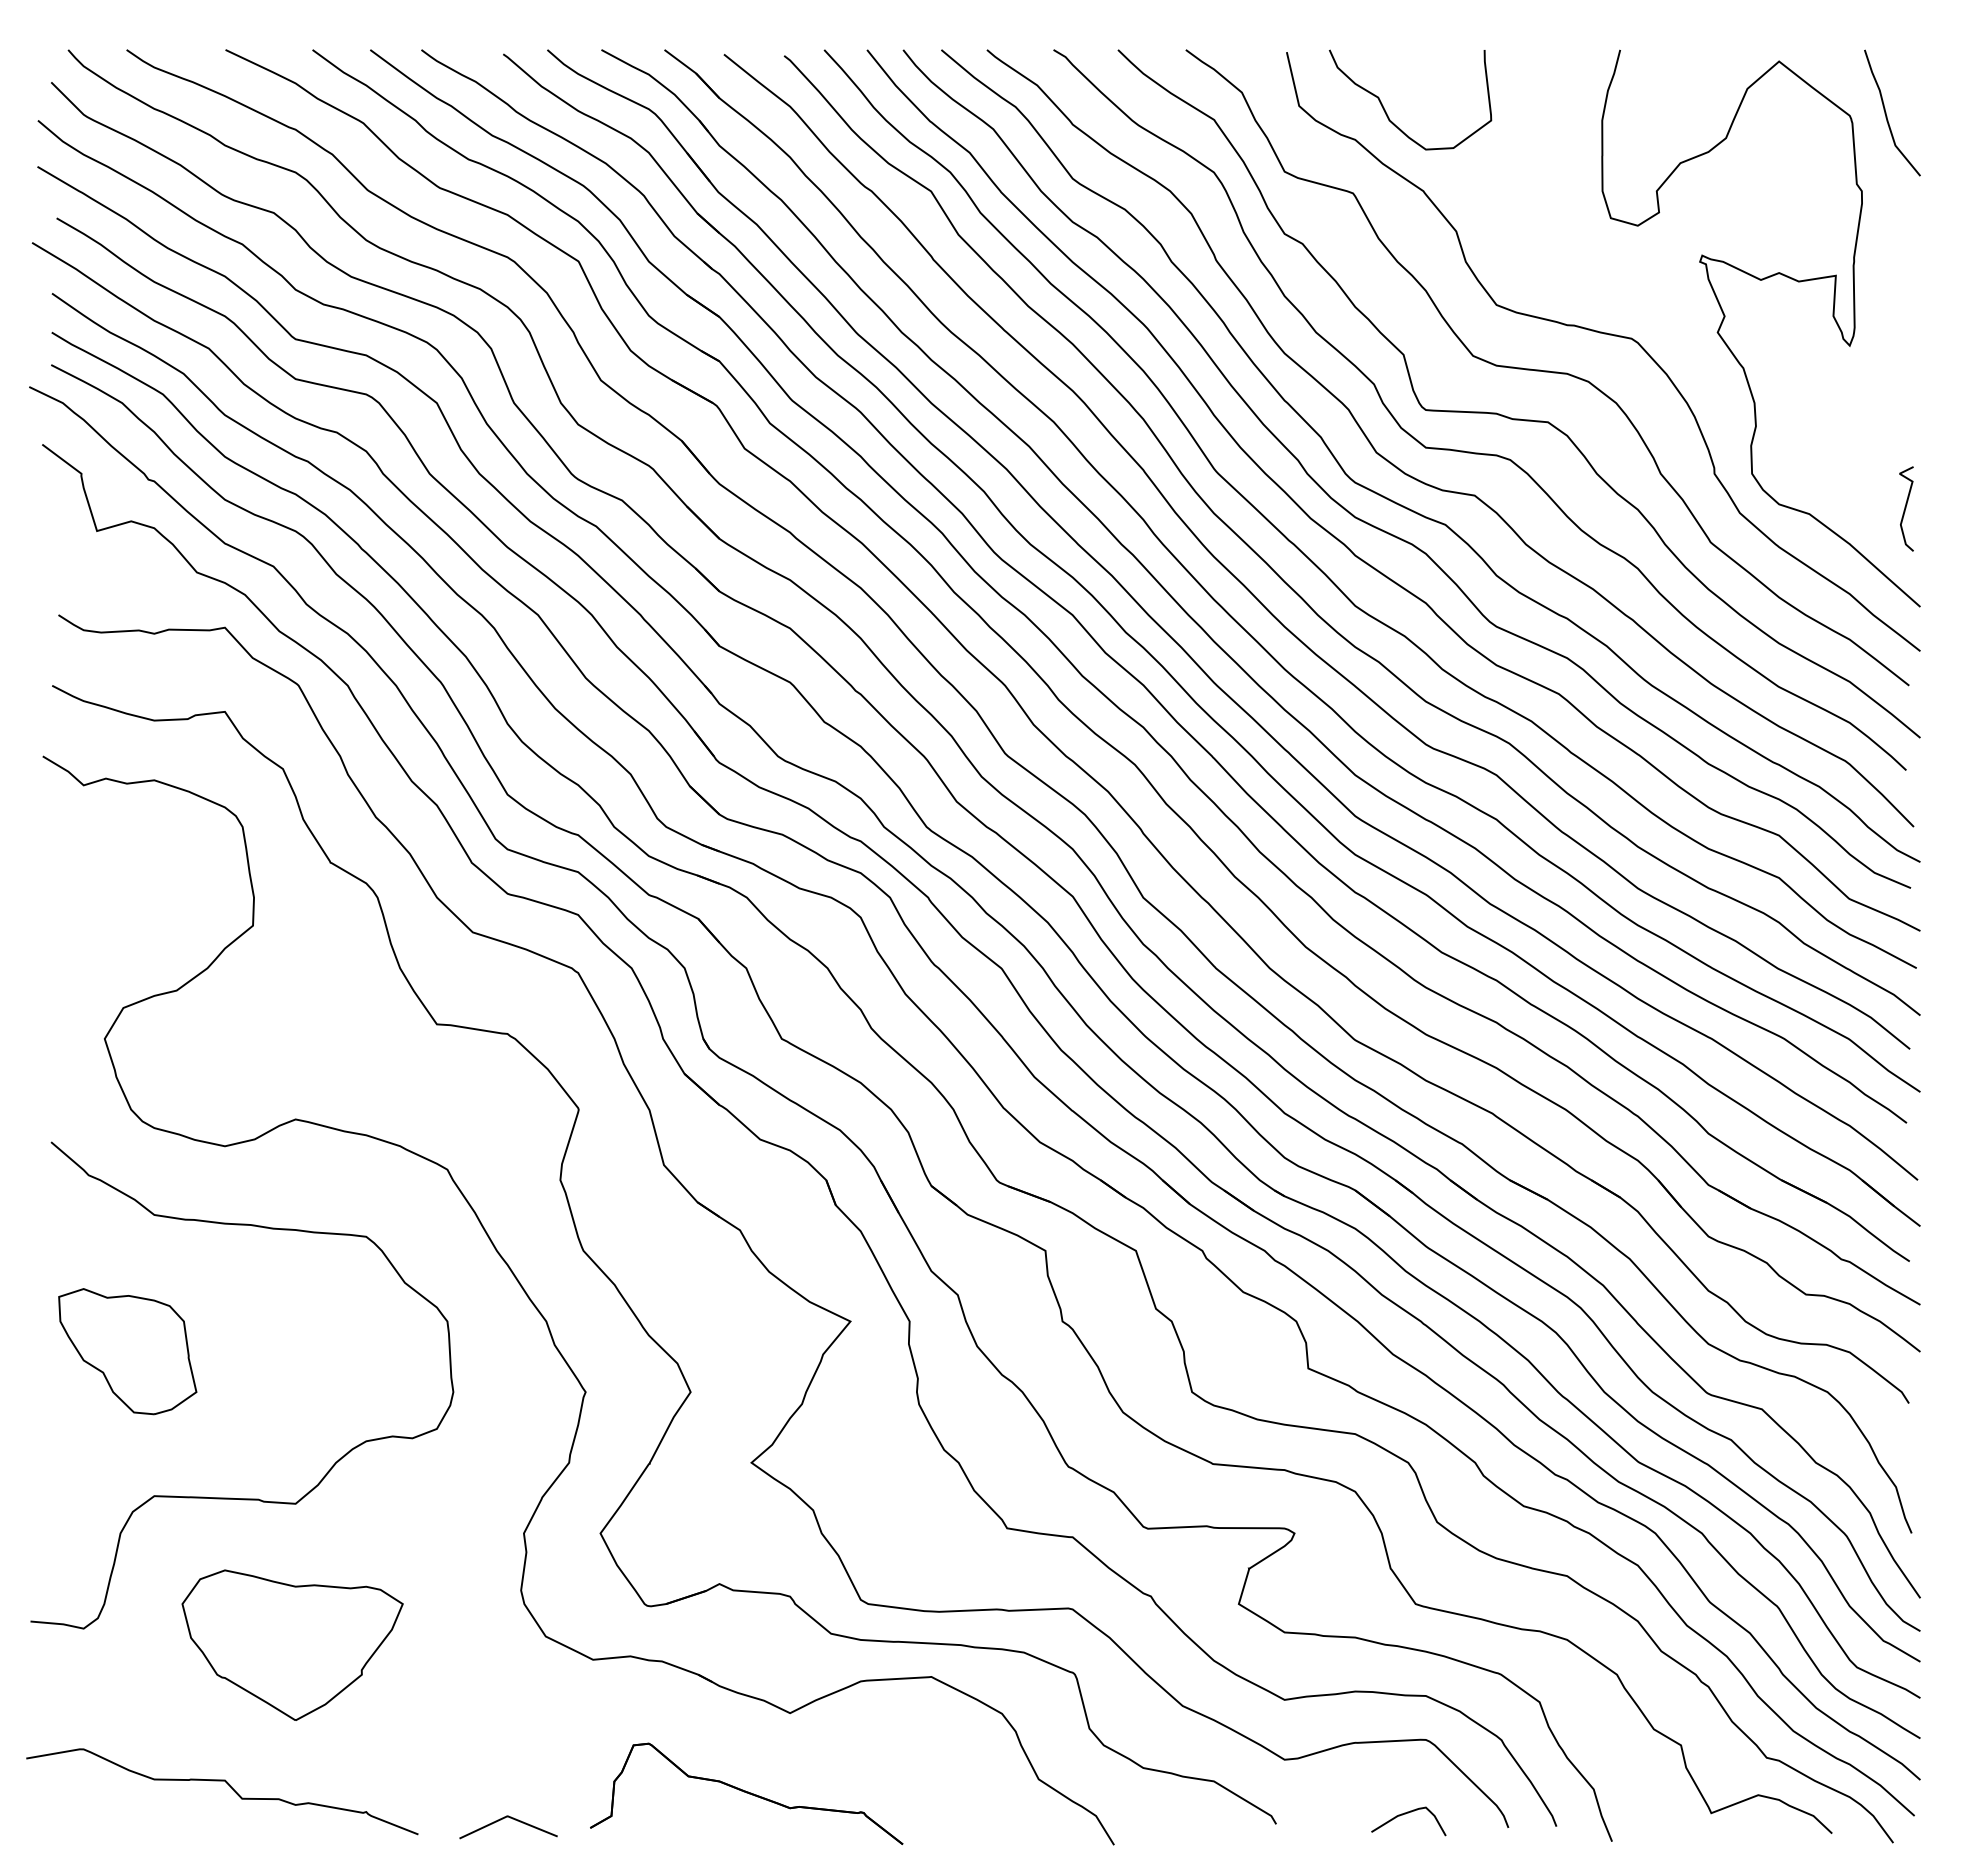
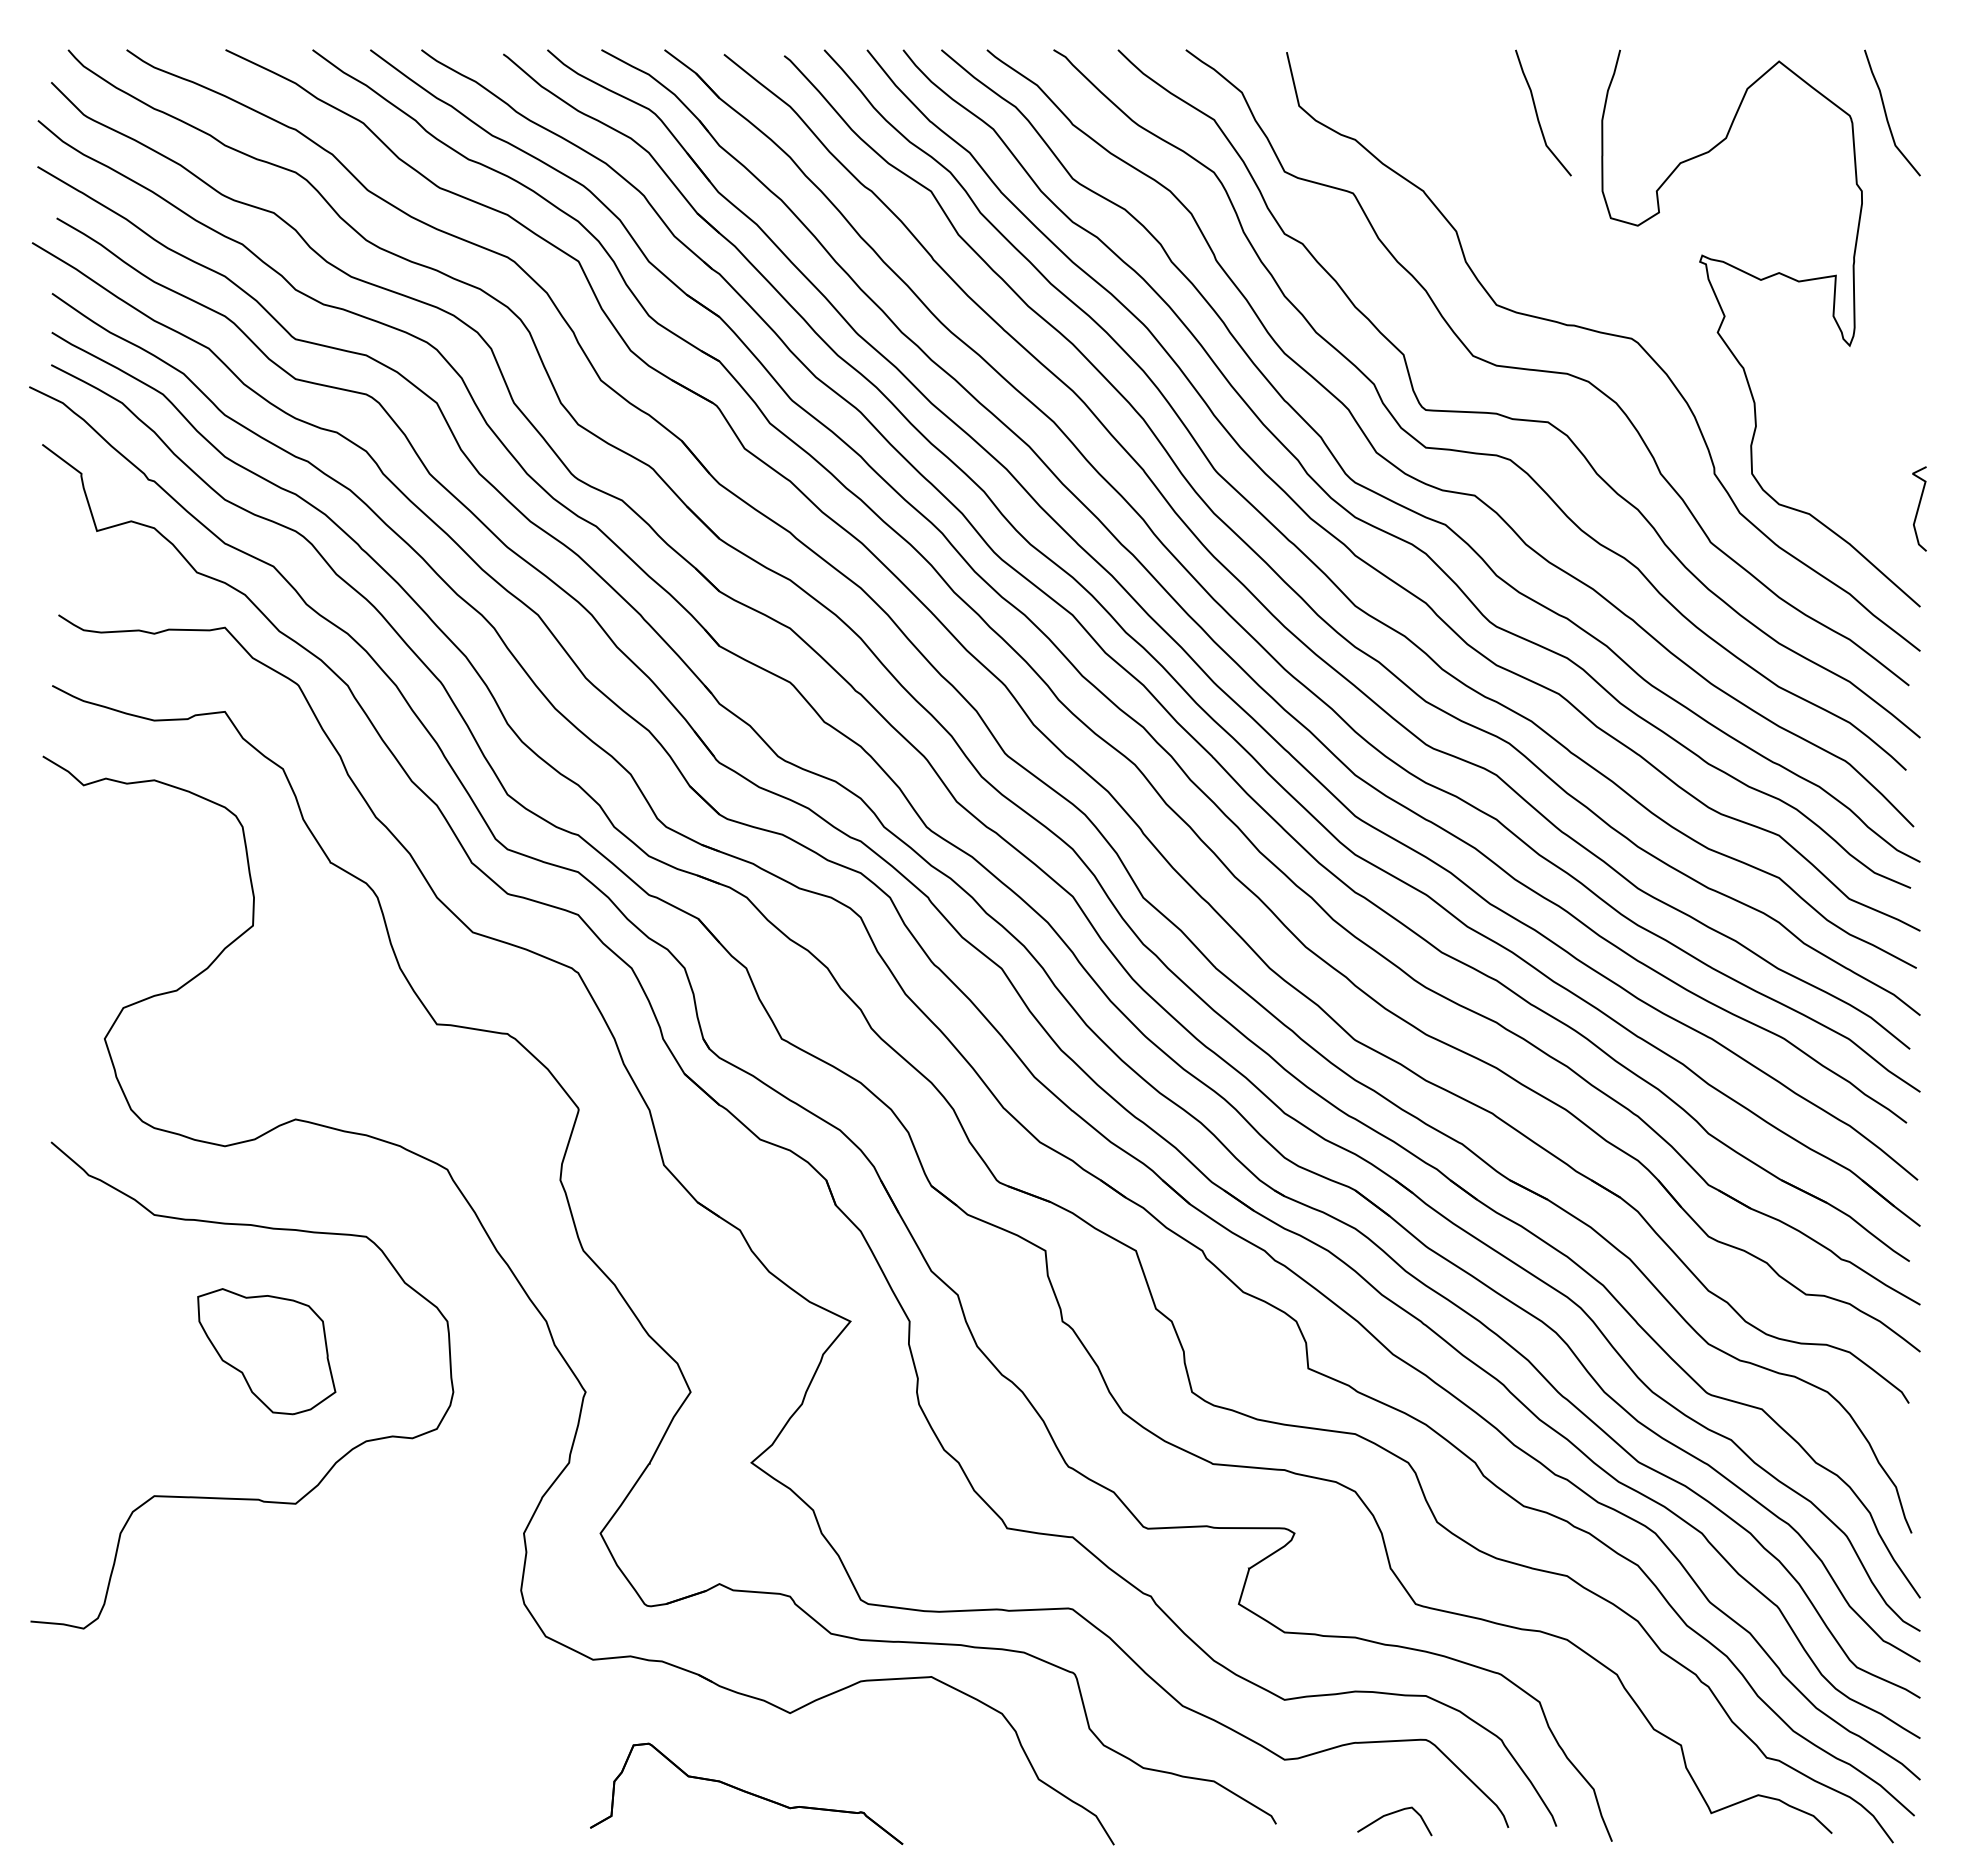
curve at (1386, 111): present -> none
curve at (1537, 112): none -> present
curve at (1906, 508) position: (1906, 508) -> (1919, 508)
part at (127, 1351) position: (127, 1351) -> (266, 1351)
part at (292, 1644): present -> none
curve at (228, 1785): present -> none
curve at (1405, 1814) position: (1405, 1814) -> (1391, 1814)
line at (512, 1819): present -> none
